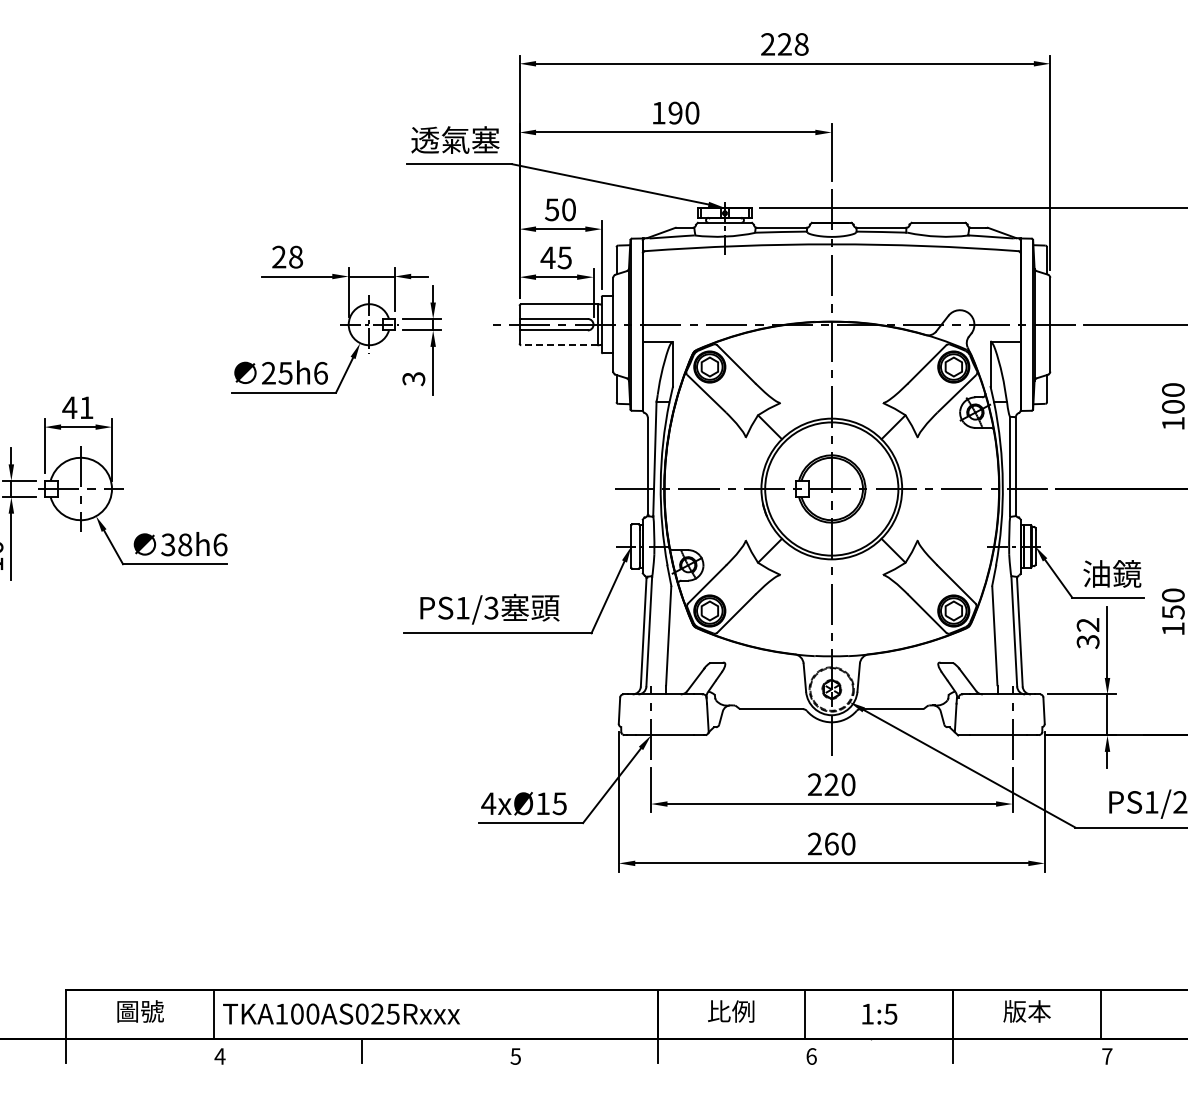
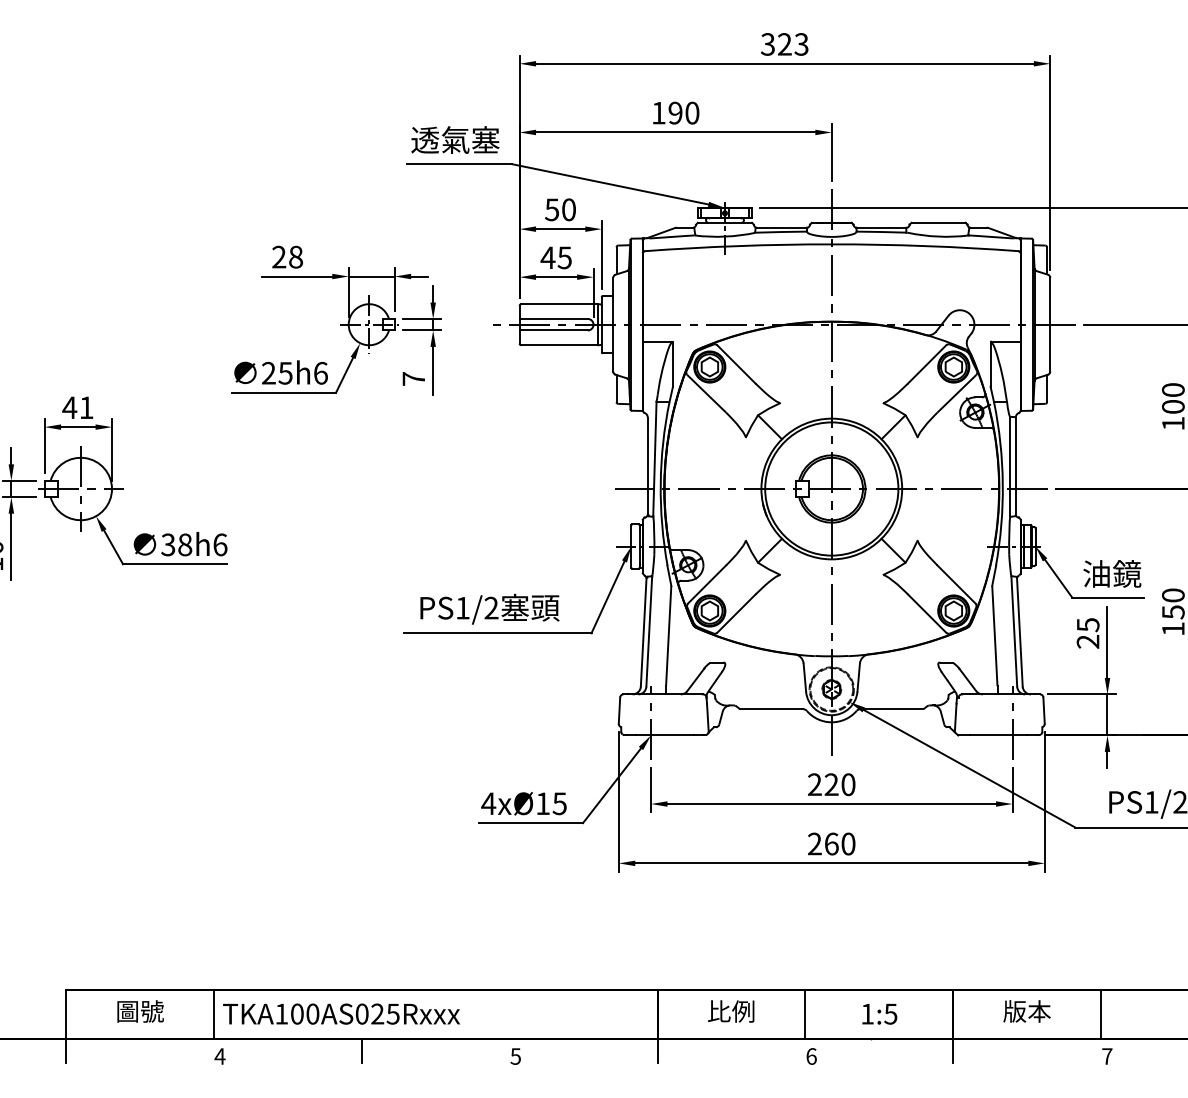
text at (784, 44): 228 -> 323
line at (559, 345): dashed -> solid
text at (413, 379): 3 -> 7
text at (491, 608): PS1/3 -> PS1/2
text at (1087, 633): 32 -> 25
